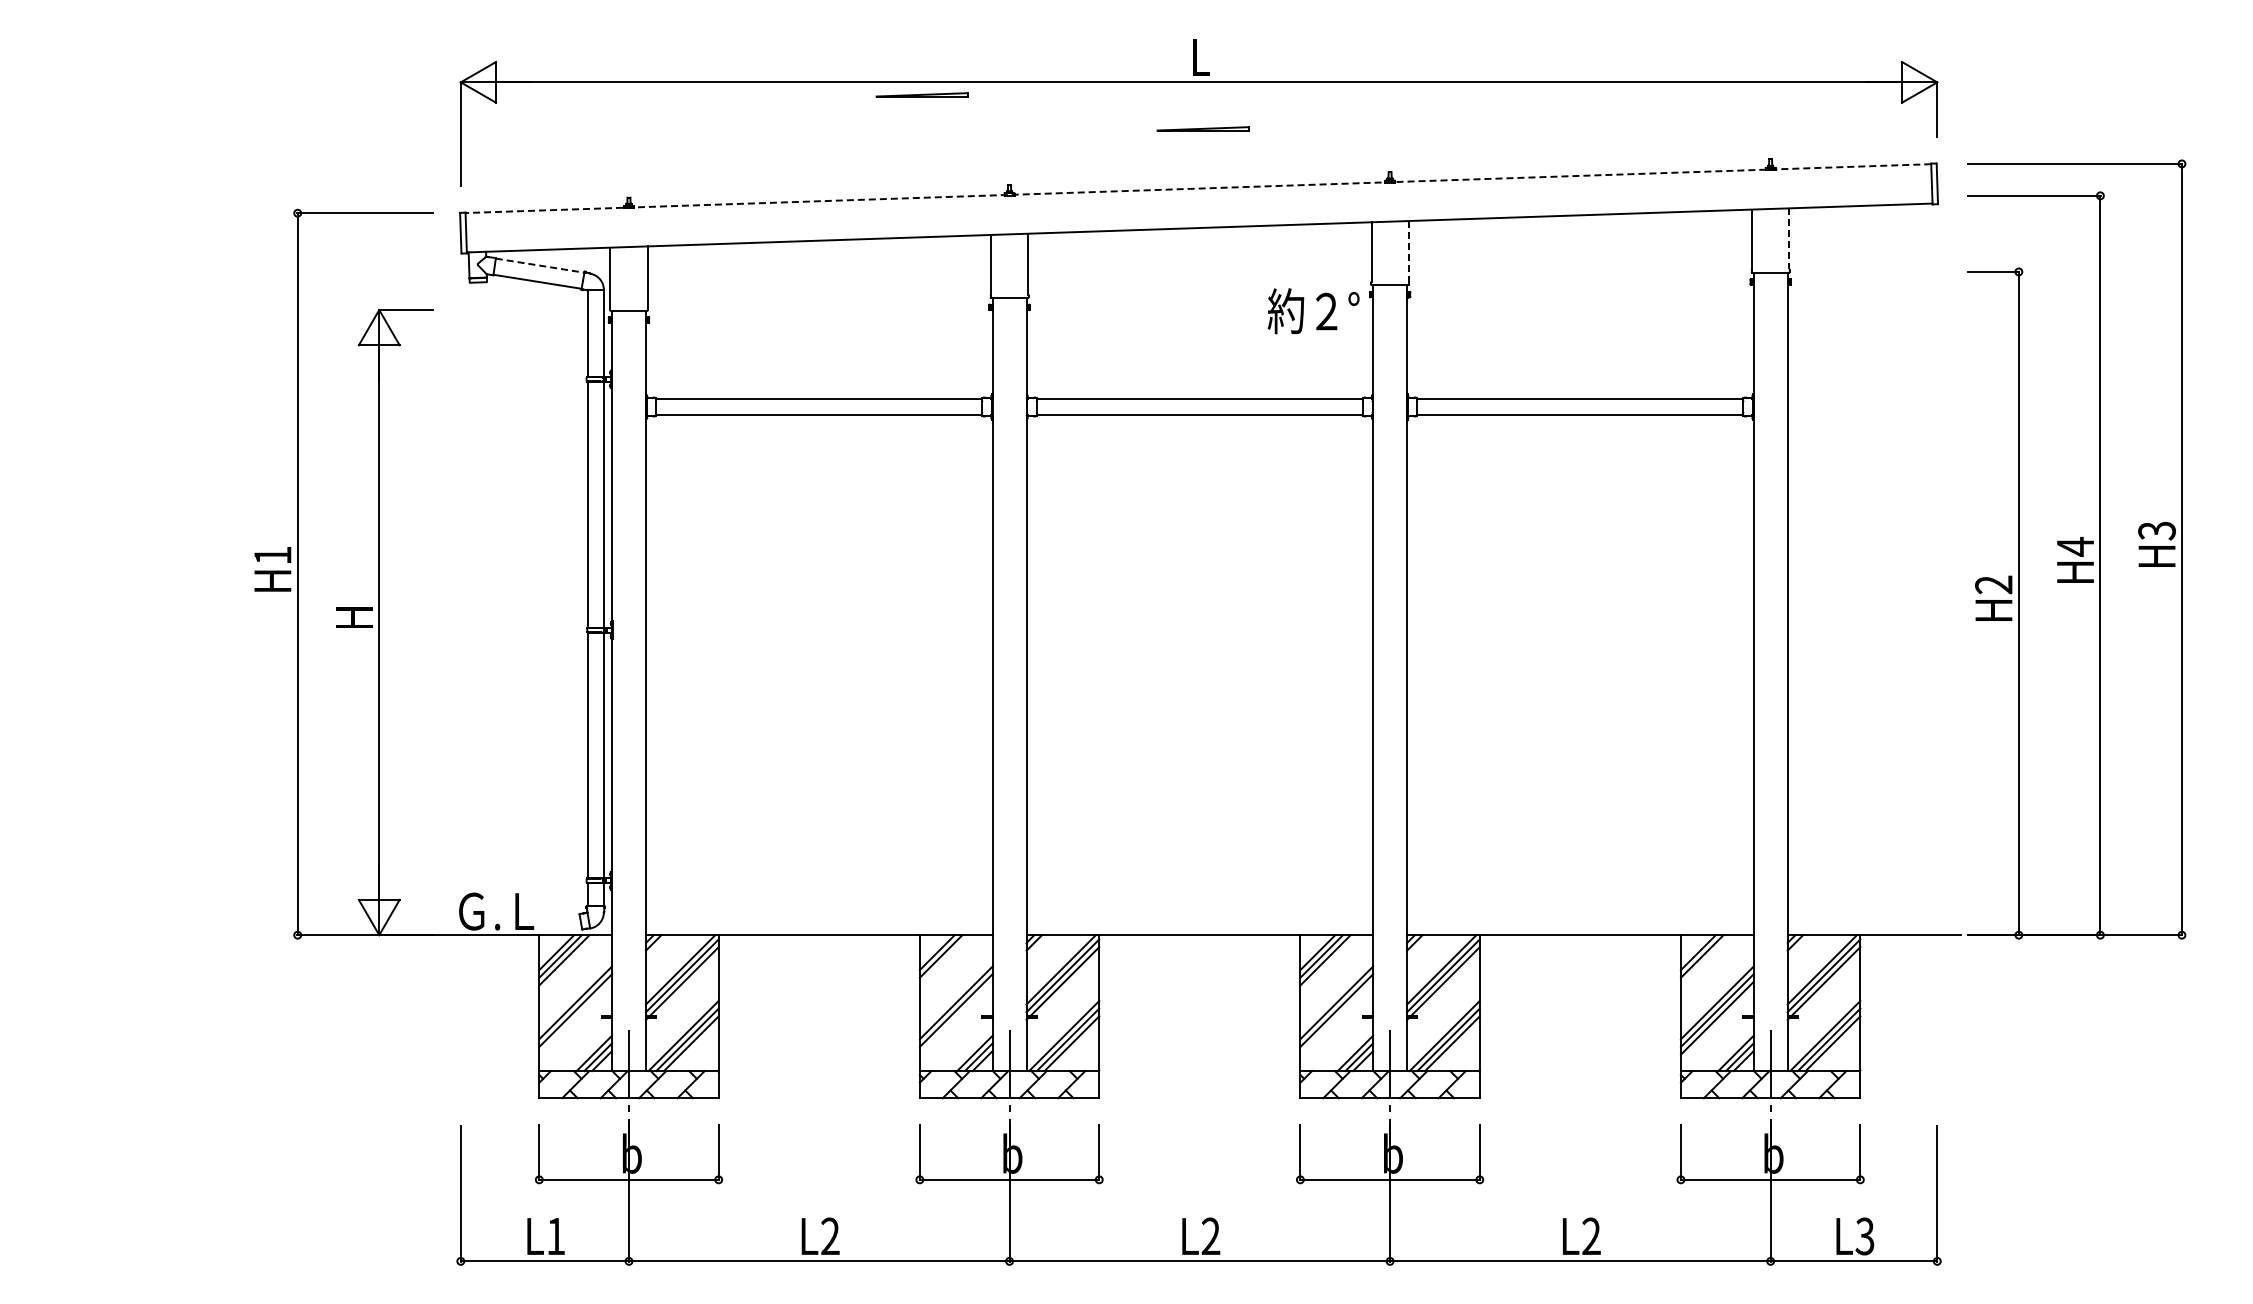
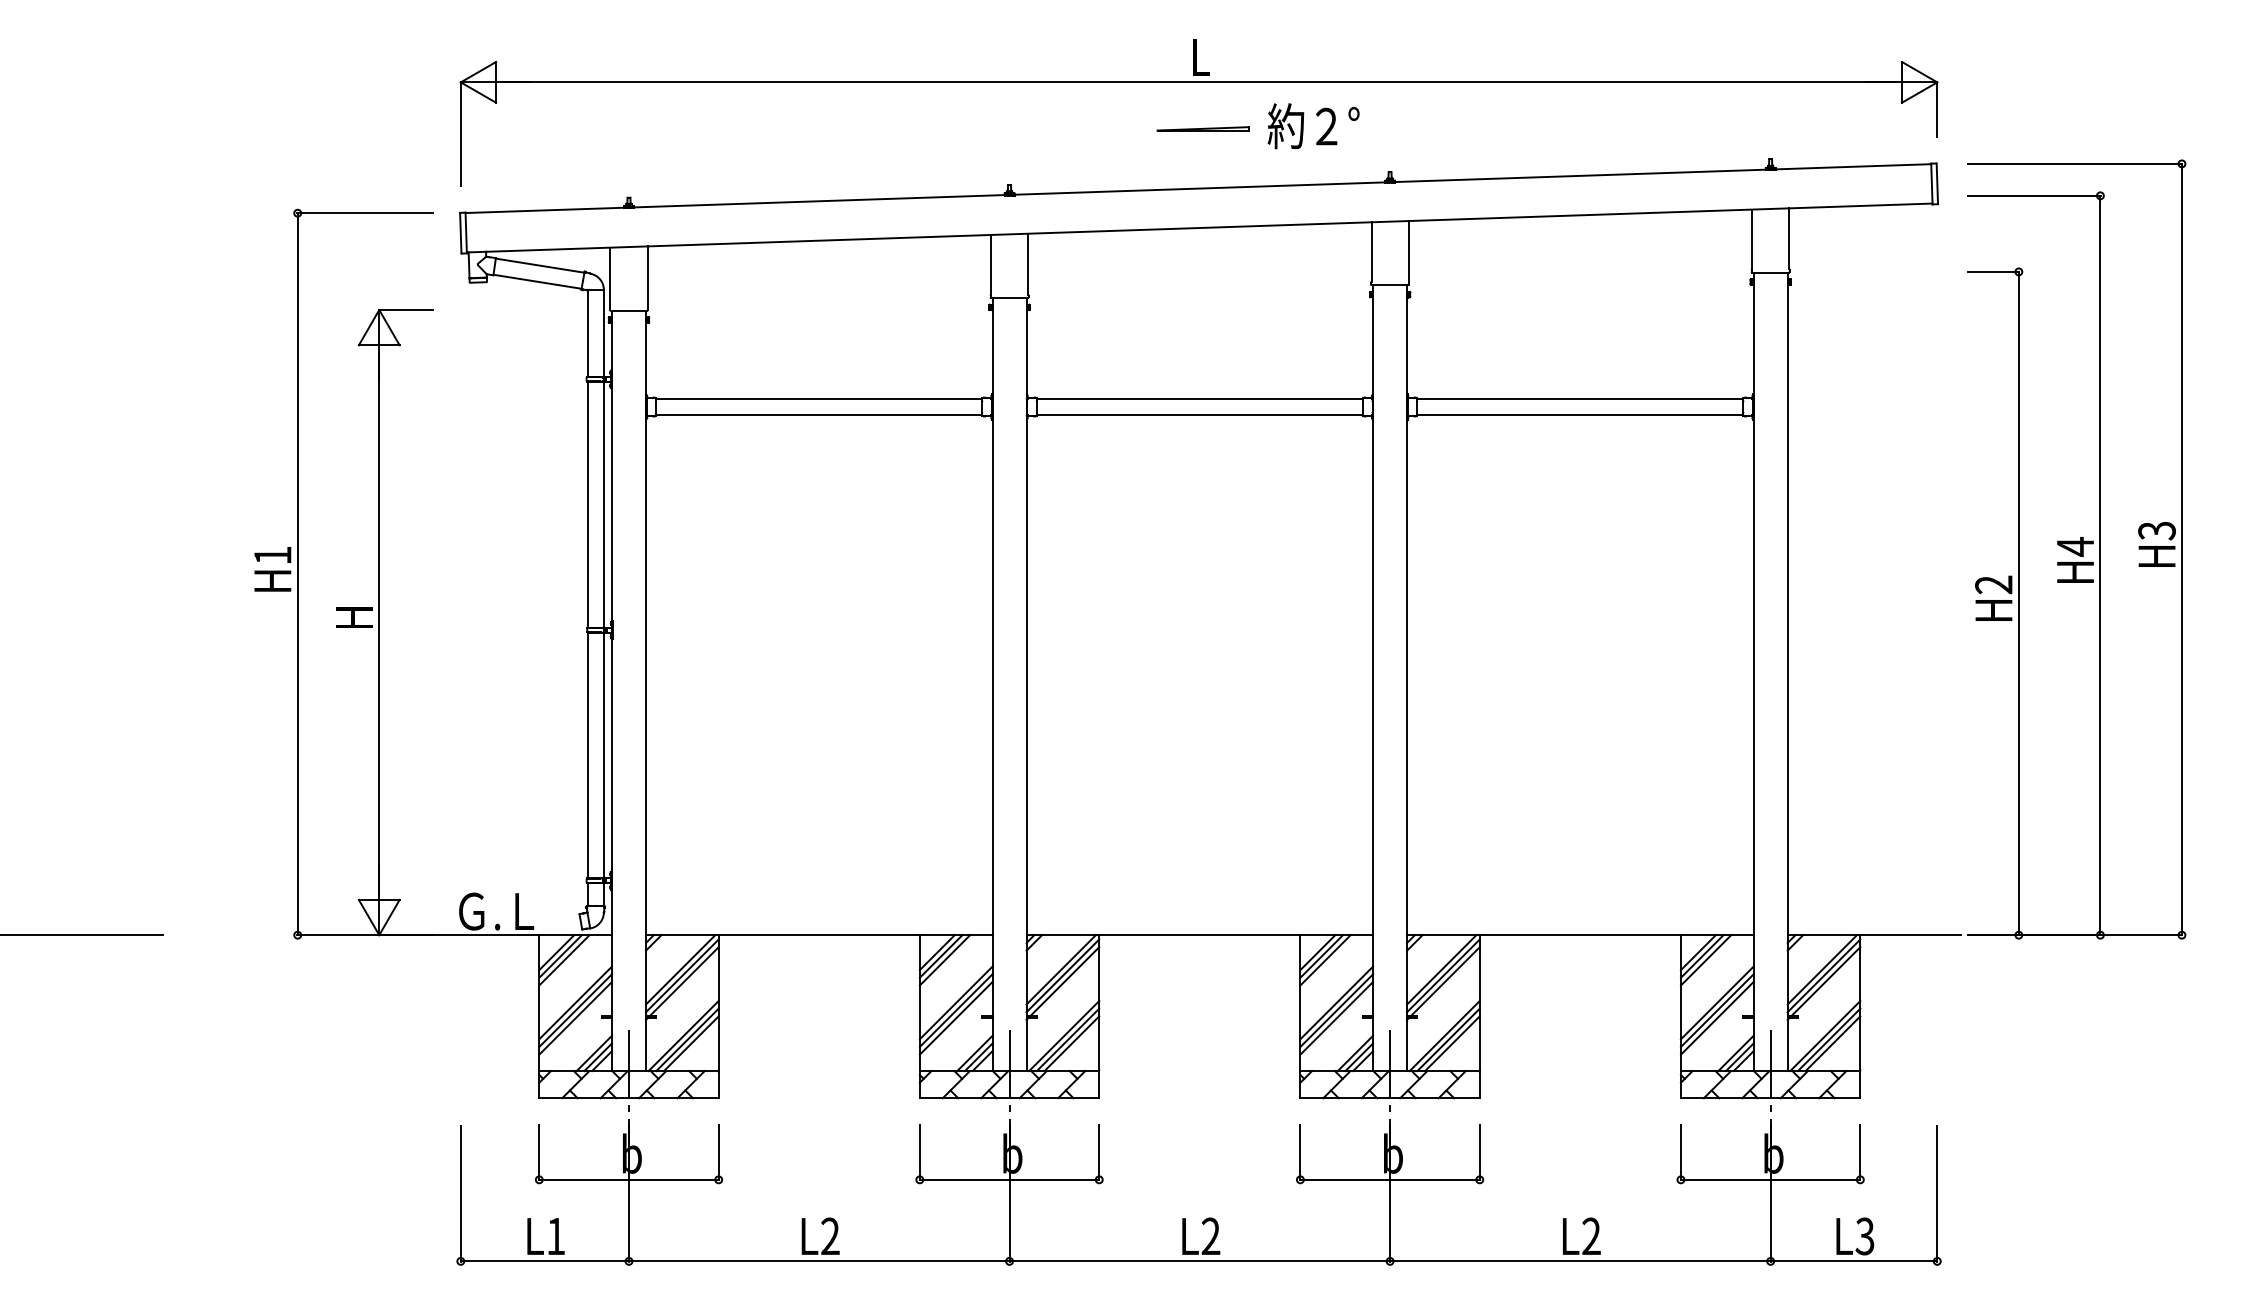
part at (921, 94): present -> none
line at (1197, 188): dashed -> solid
line at (1789, 239): dashed -> solid
line at (1408, 252): dashed -> solid
line at (540, 265): dashed -> solid
text at (1313, 311) position: (1313, 311) -> (1313, 126)
line at (82, 935): none -> present
line at (944, 960): none -> present
line at (1705, 960): none -> present
line at (575, 1017): none -> present
line at (955, 1017): none -> present
line at (1336, 1017): none -> present
